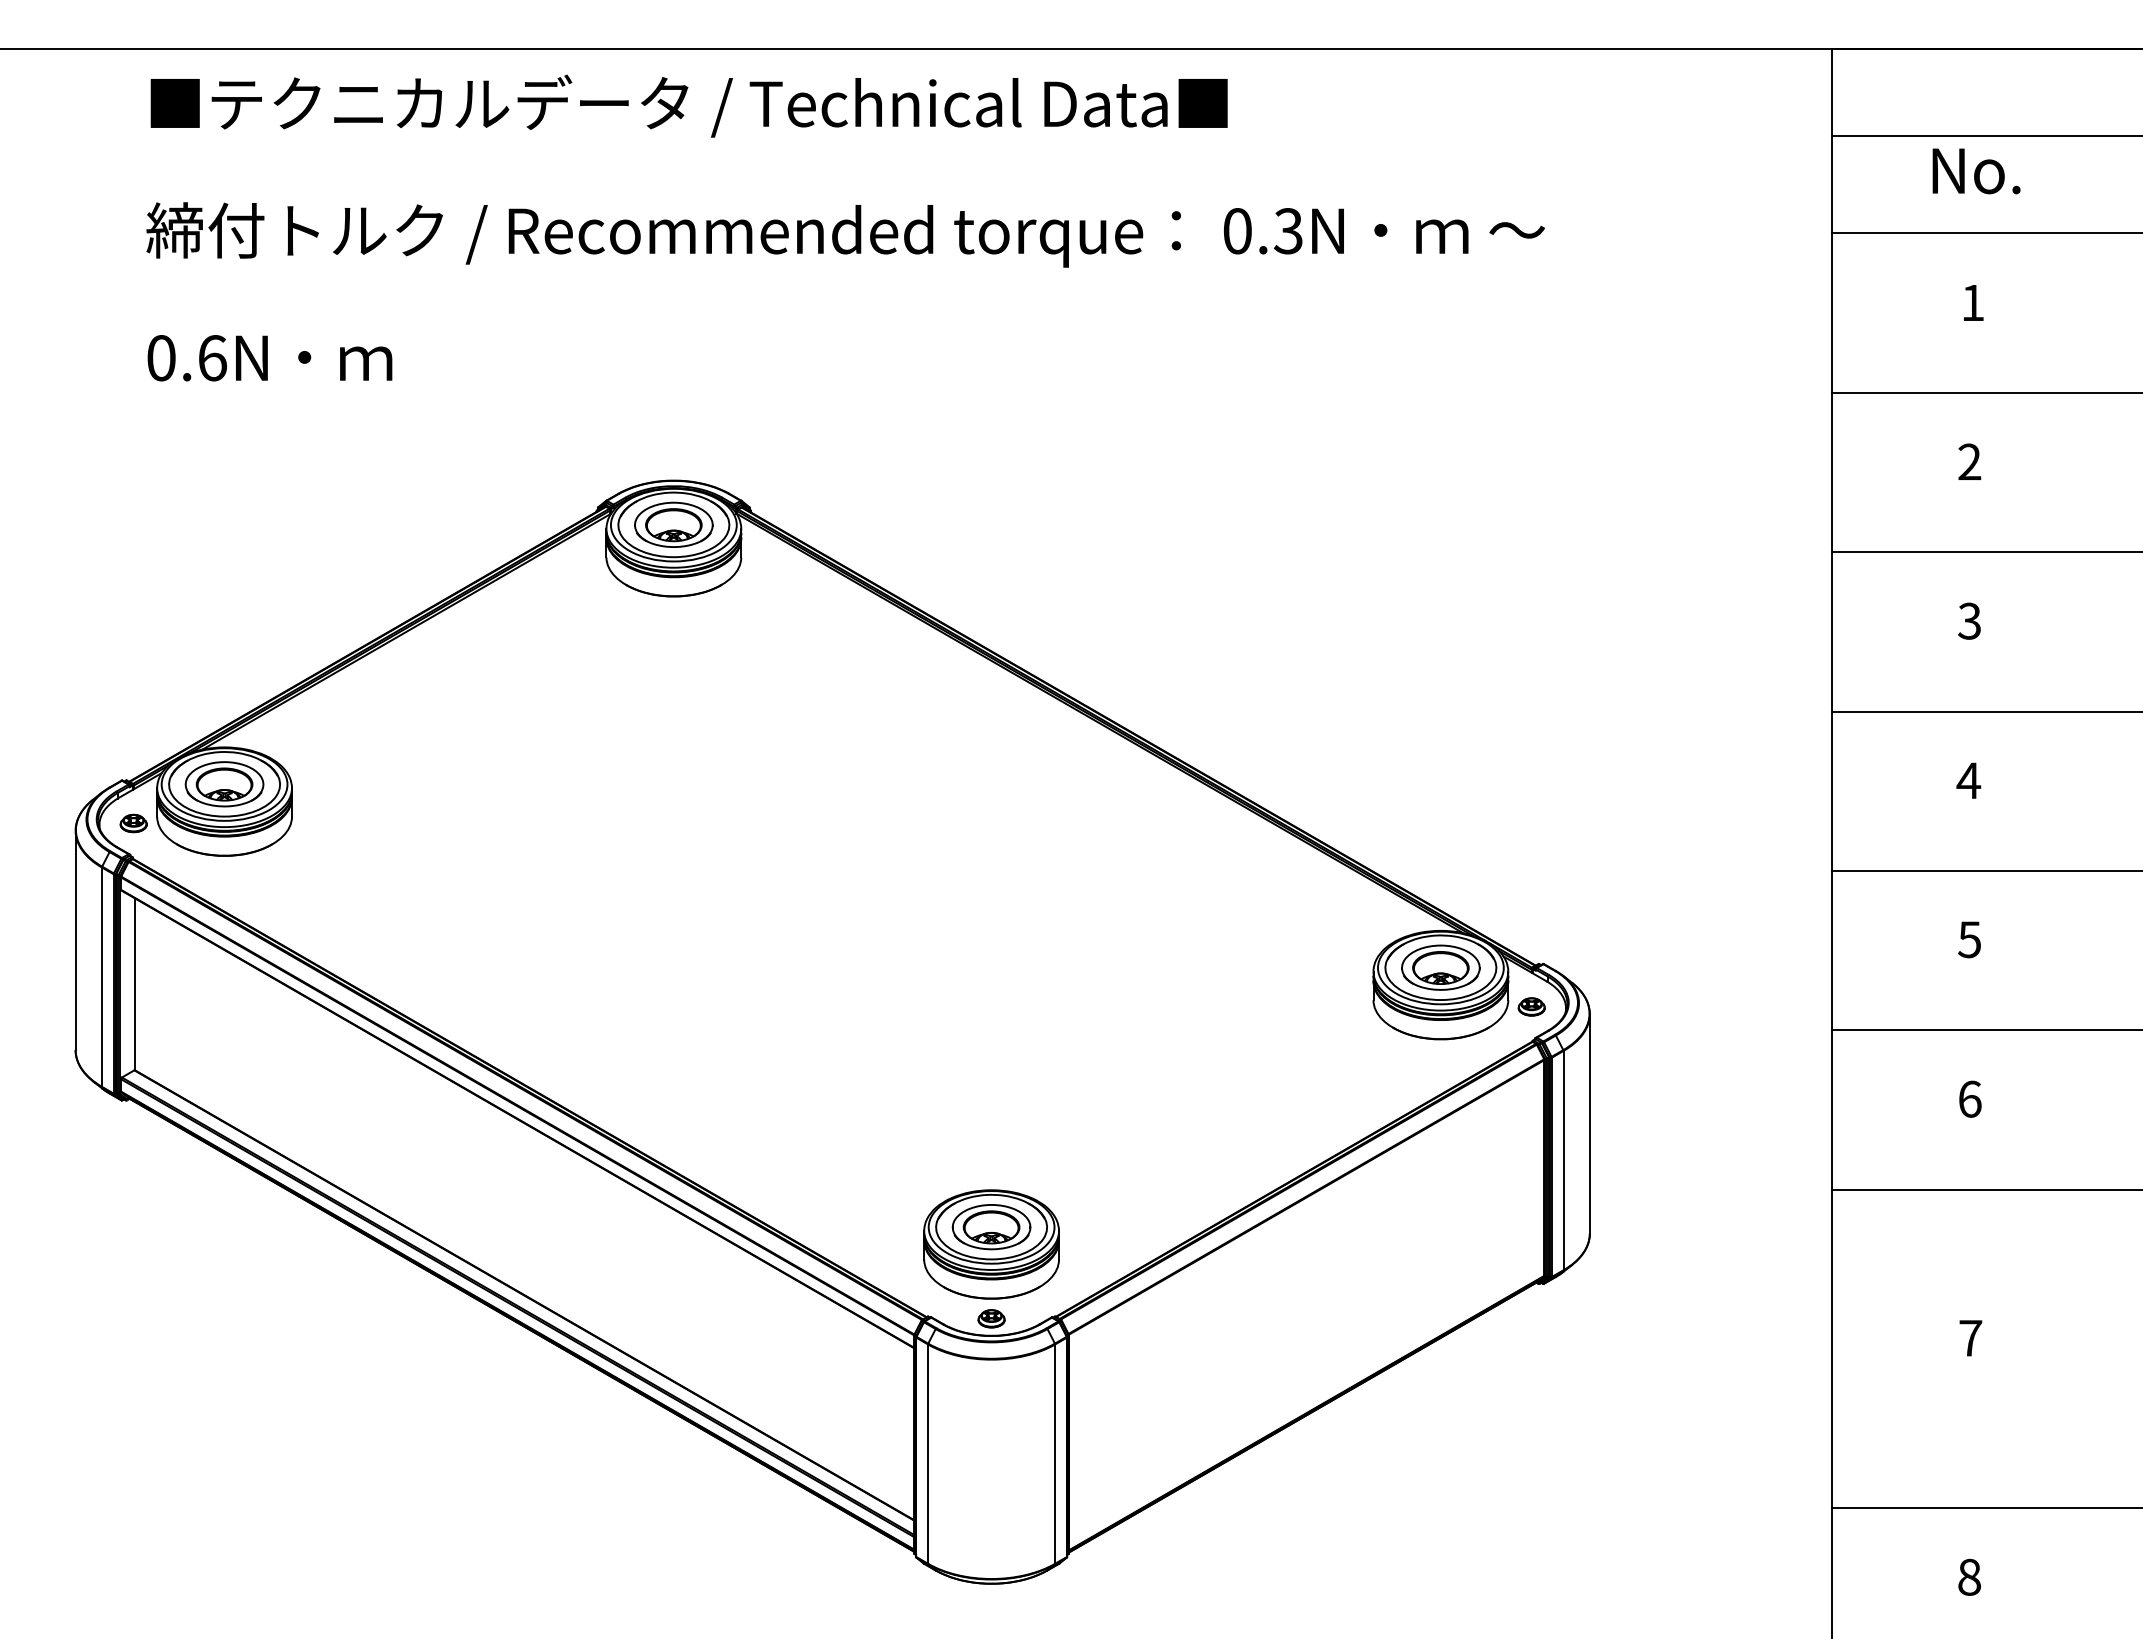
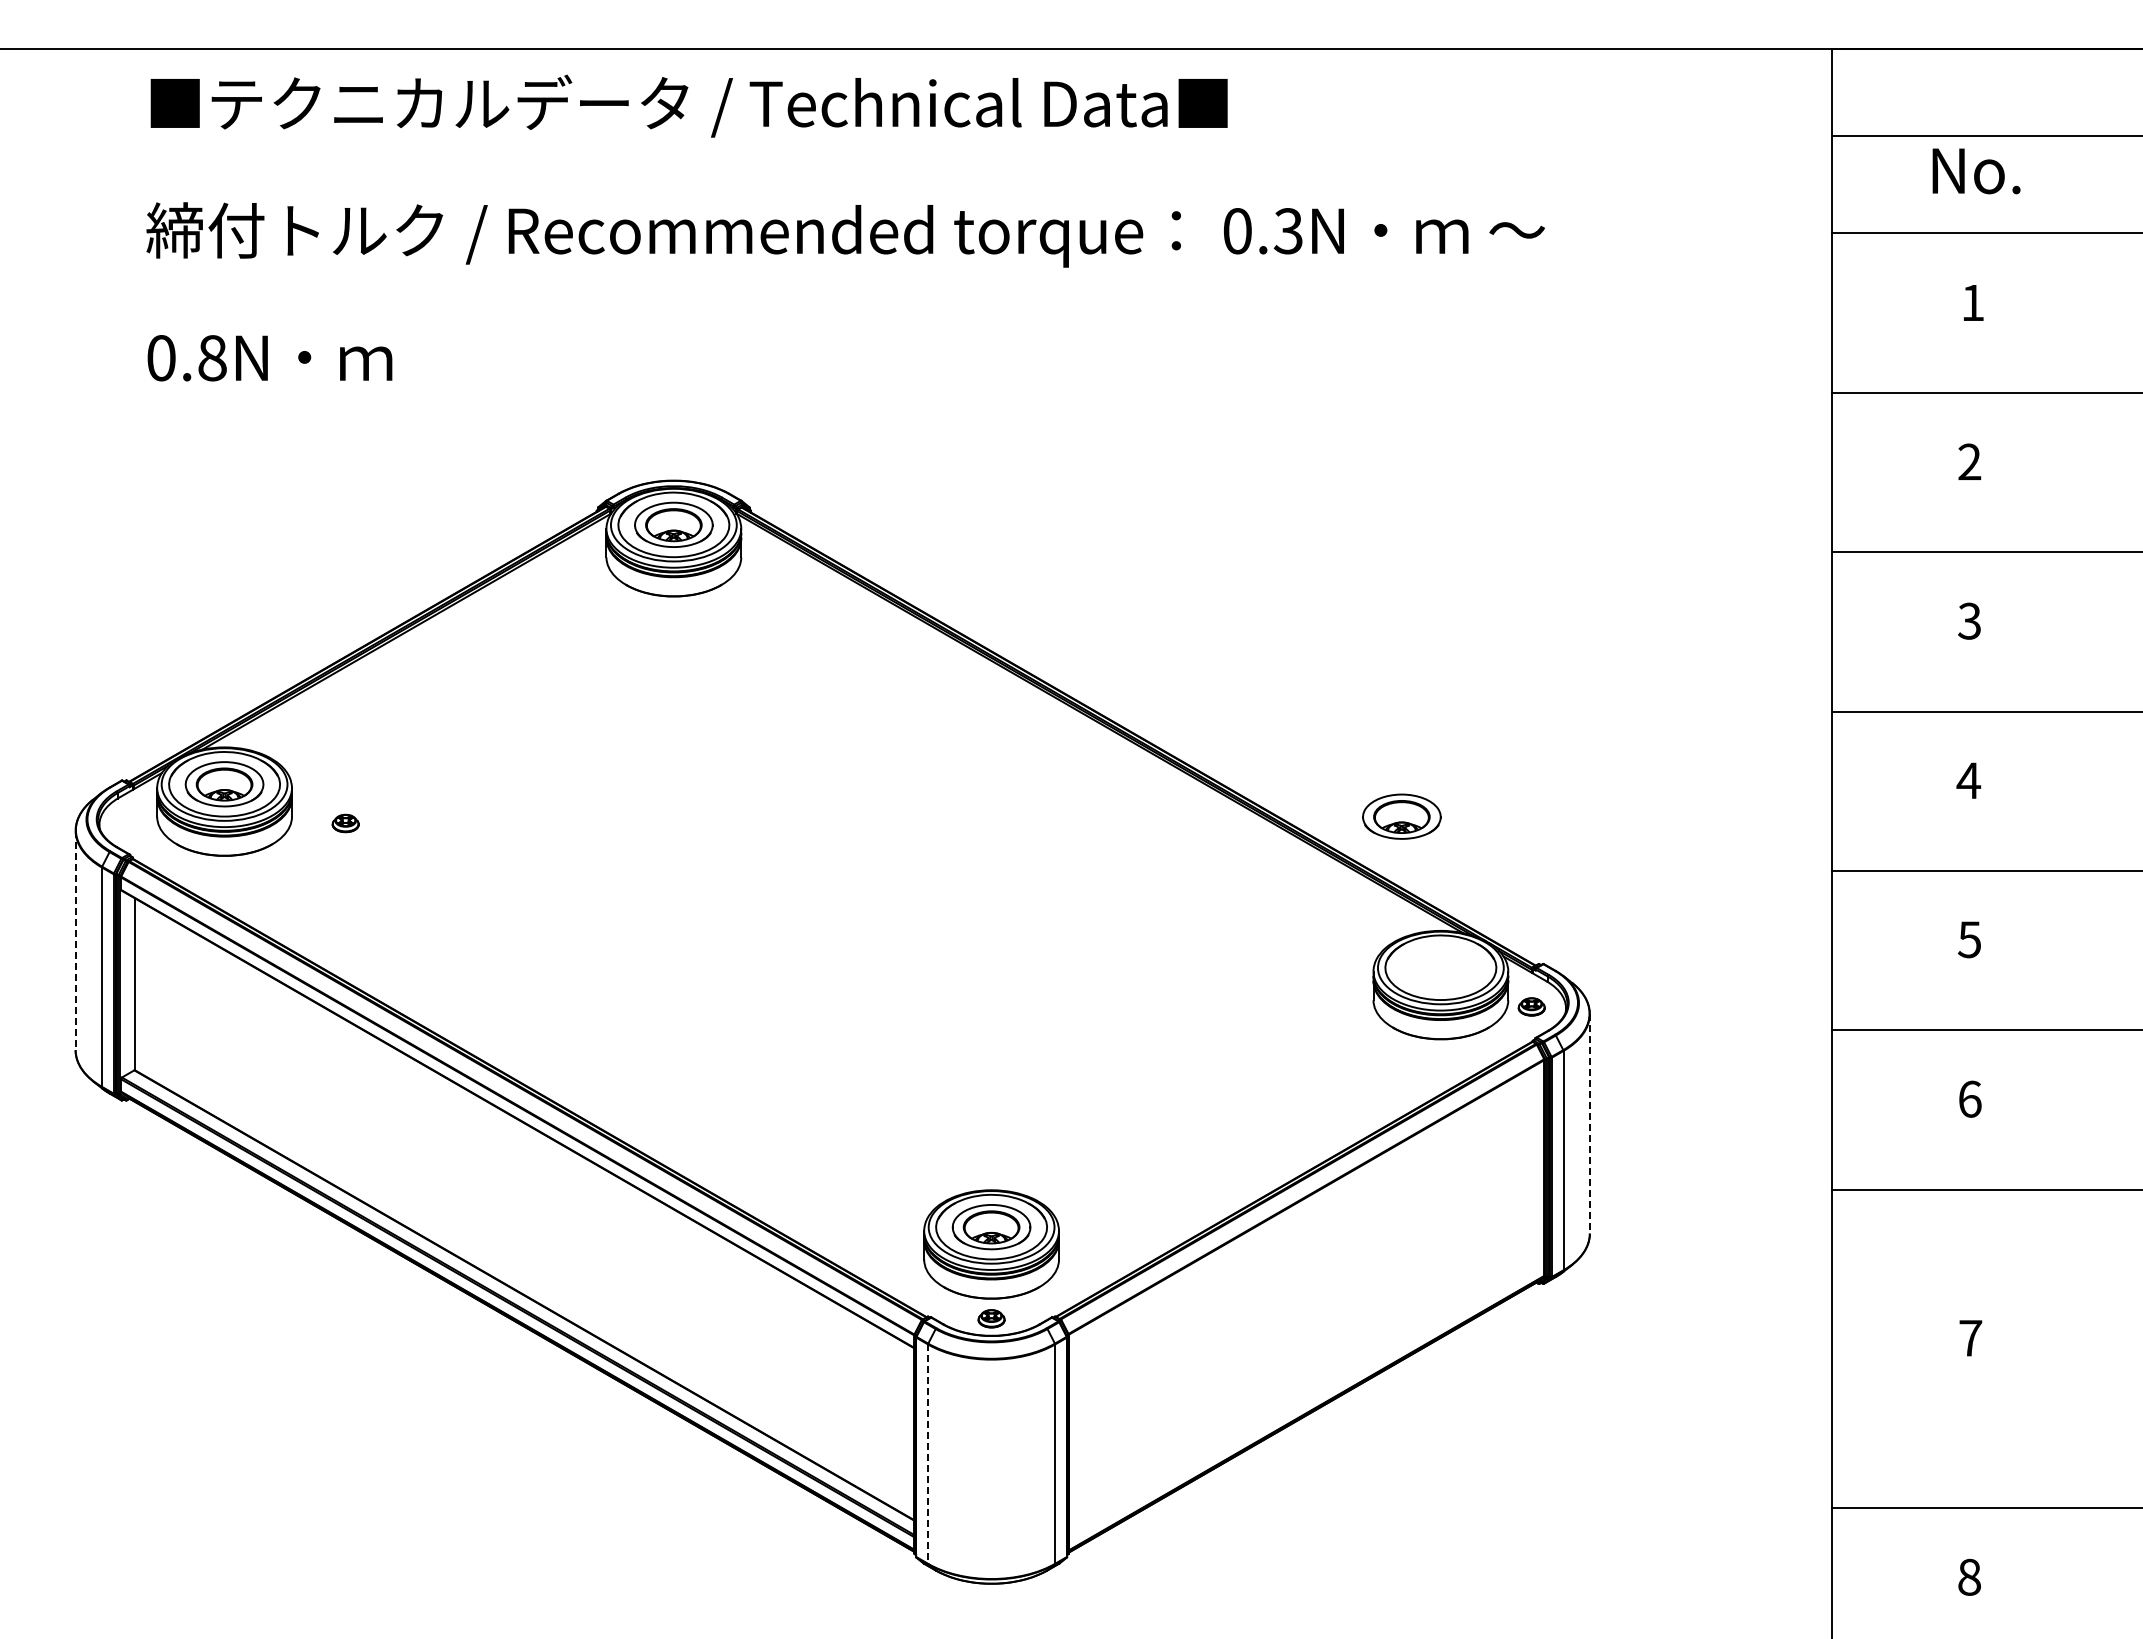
text at (212, 358): 0.6N -> 0.8N
part at (133, 823) position: (133, 823) -> (345, 823)
line at (75, 940): solid -> dashed
part at (1440, 967) position: (1440, 967) -> (1401, 816)
line at (1589, 1123): solid -> dashed
line at (928, 1454): solid -> dashed
